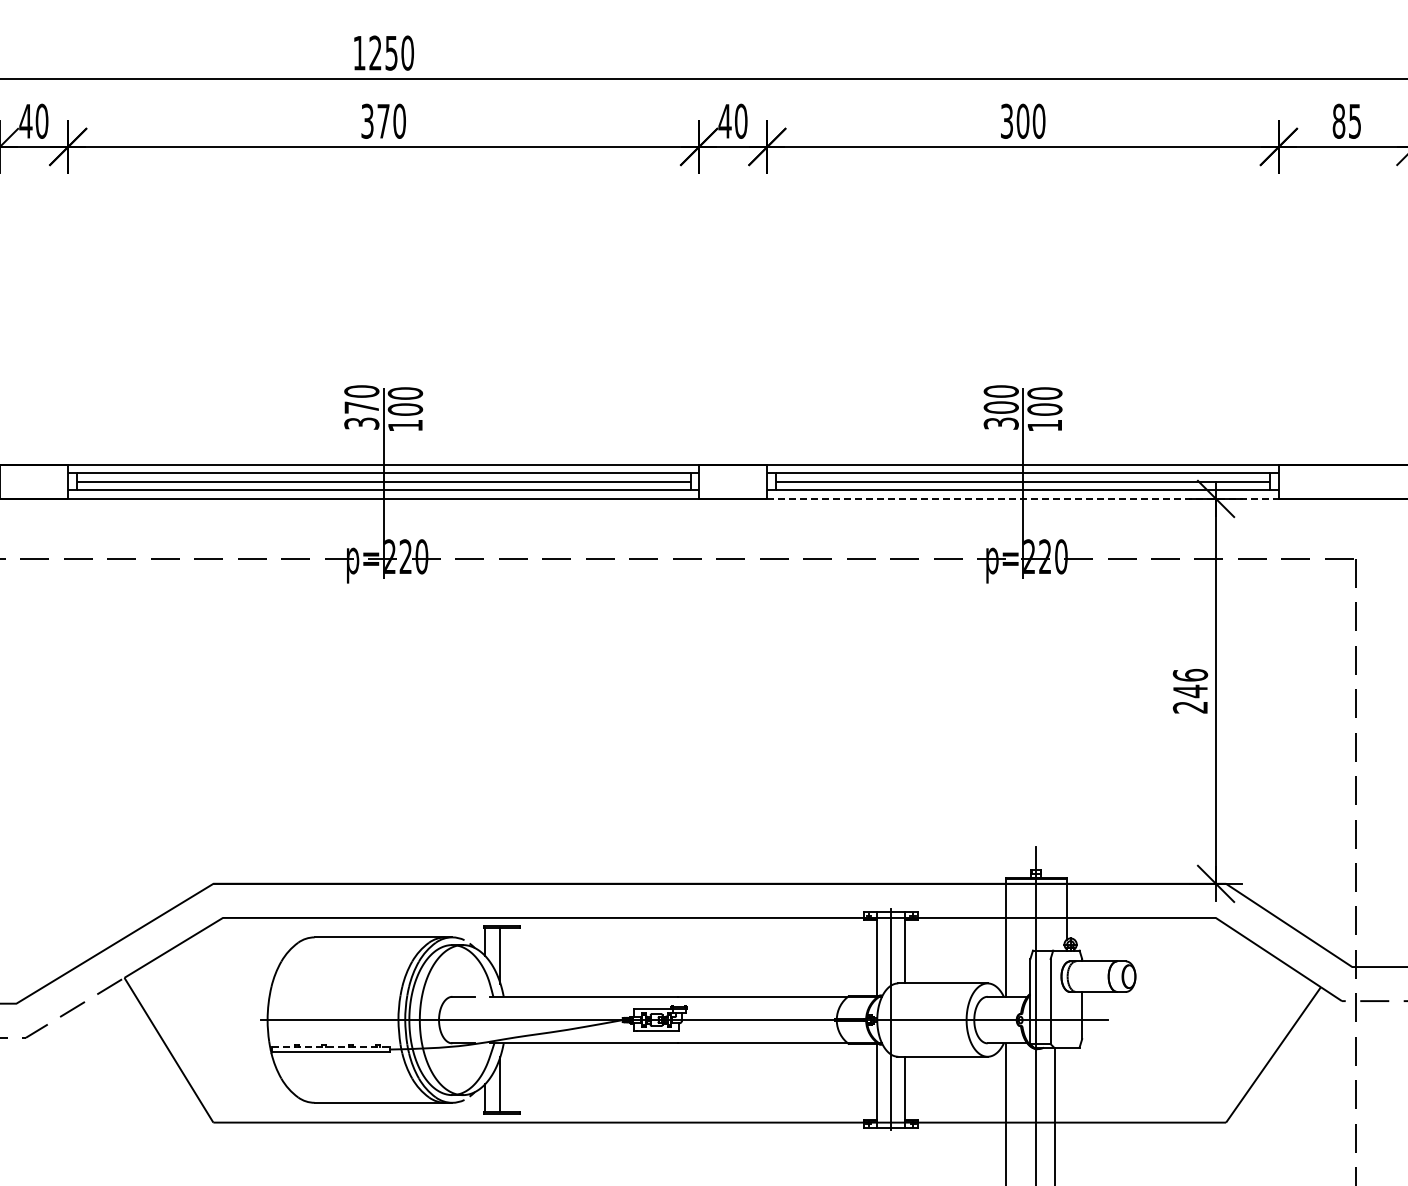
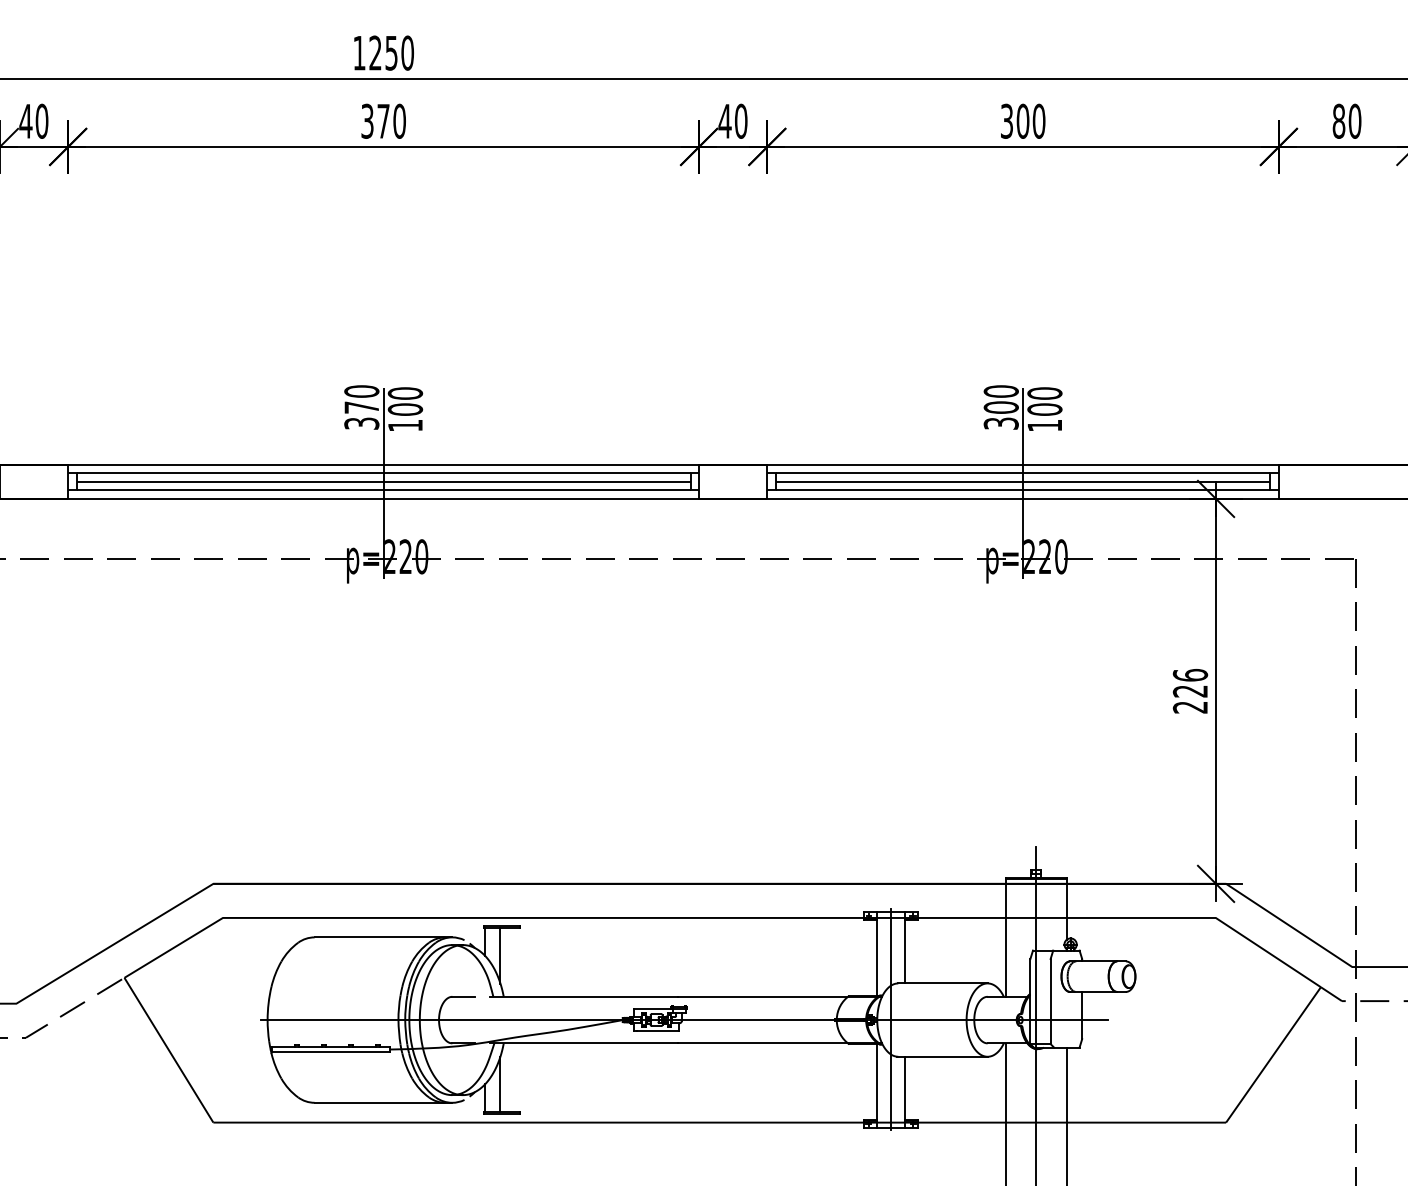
text at (1354, 120): 85 -> 80
line at (1023, 498): dashed -> solid
text at (1189, 691): 246 -> 226
line at (330, 1046): dashed -> solid
line at (1054, 1115) position: (1054, 1115) -> (1066, 1115)
